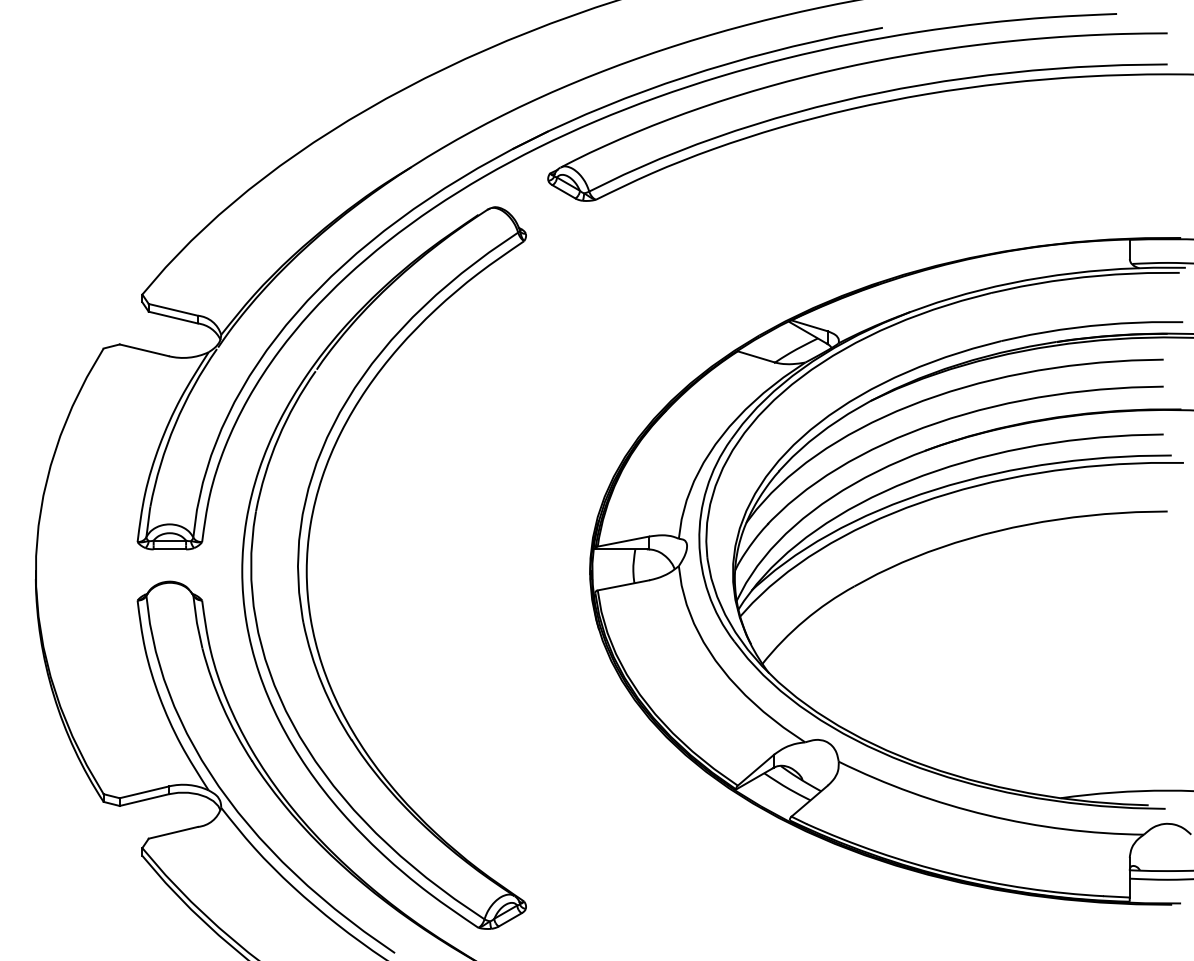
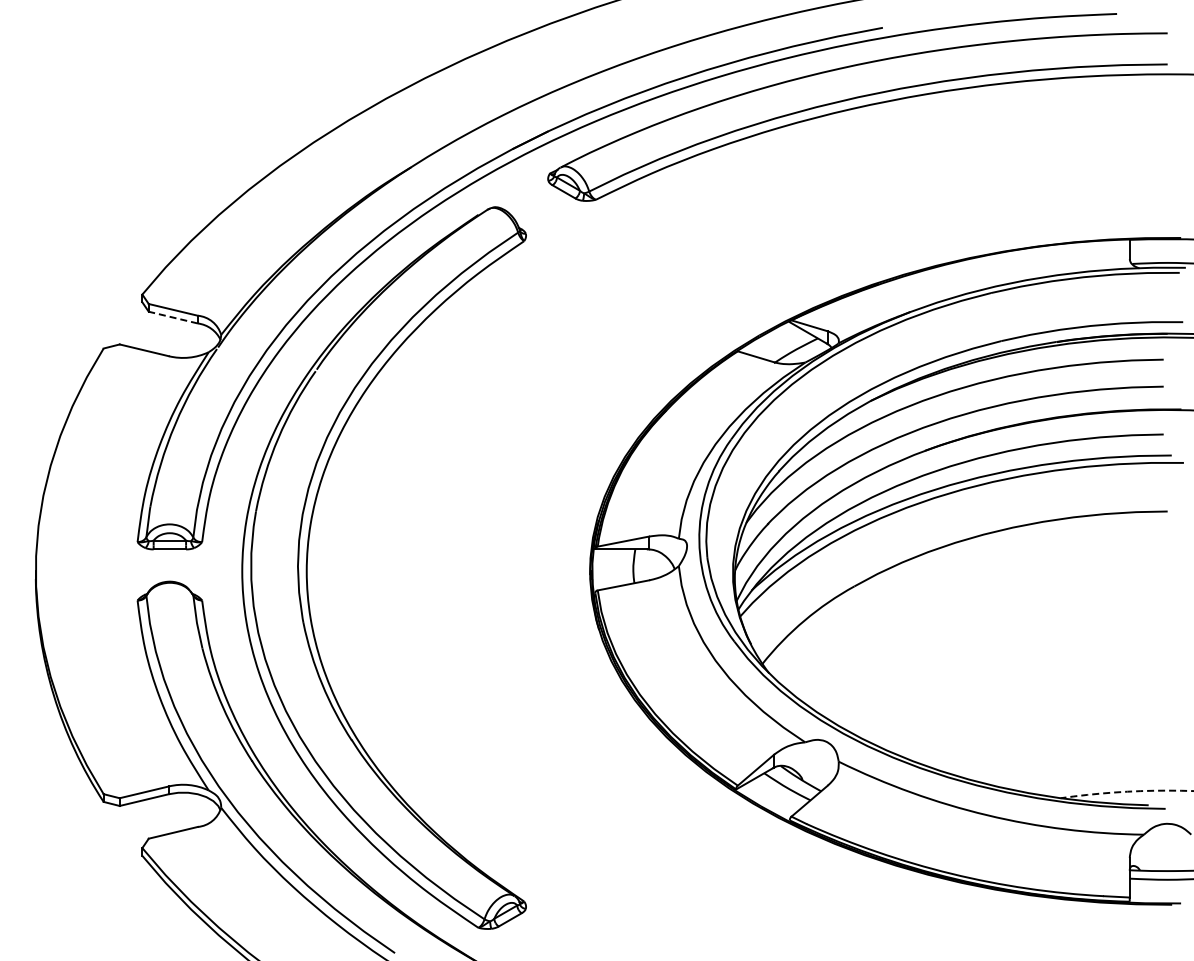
line at (172, 317): solid -> dashed
arc at (1126, 791): solid -> dashed
